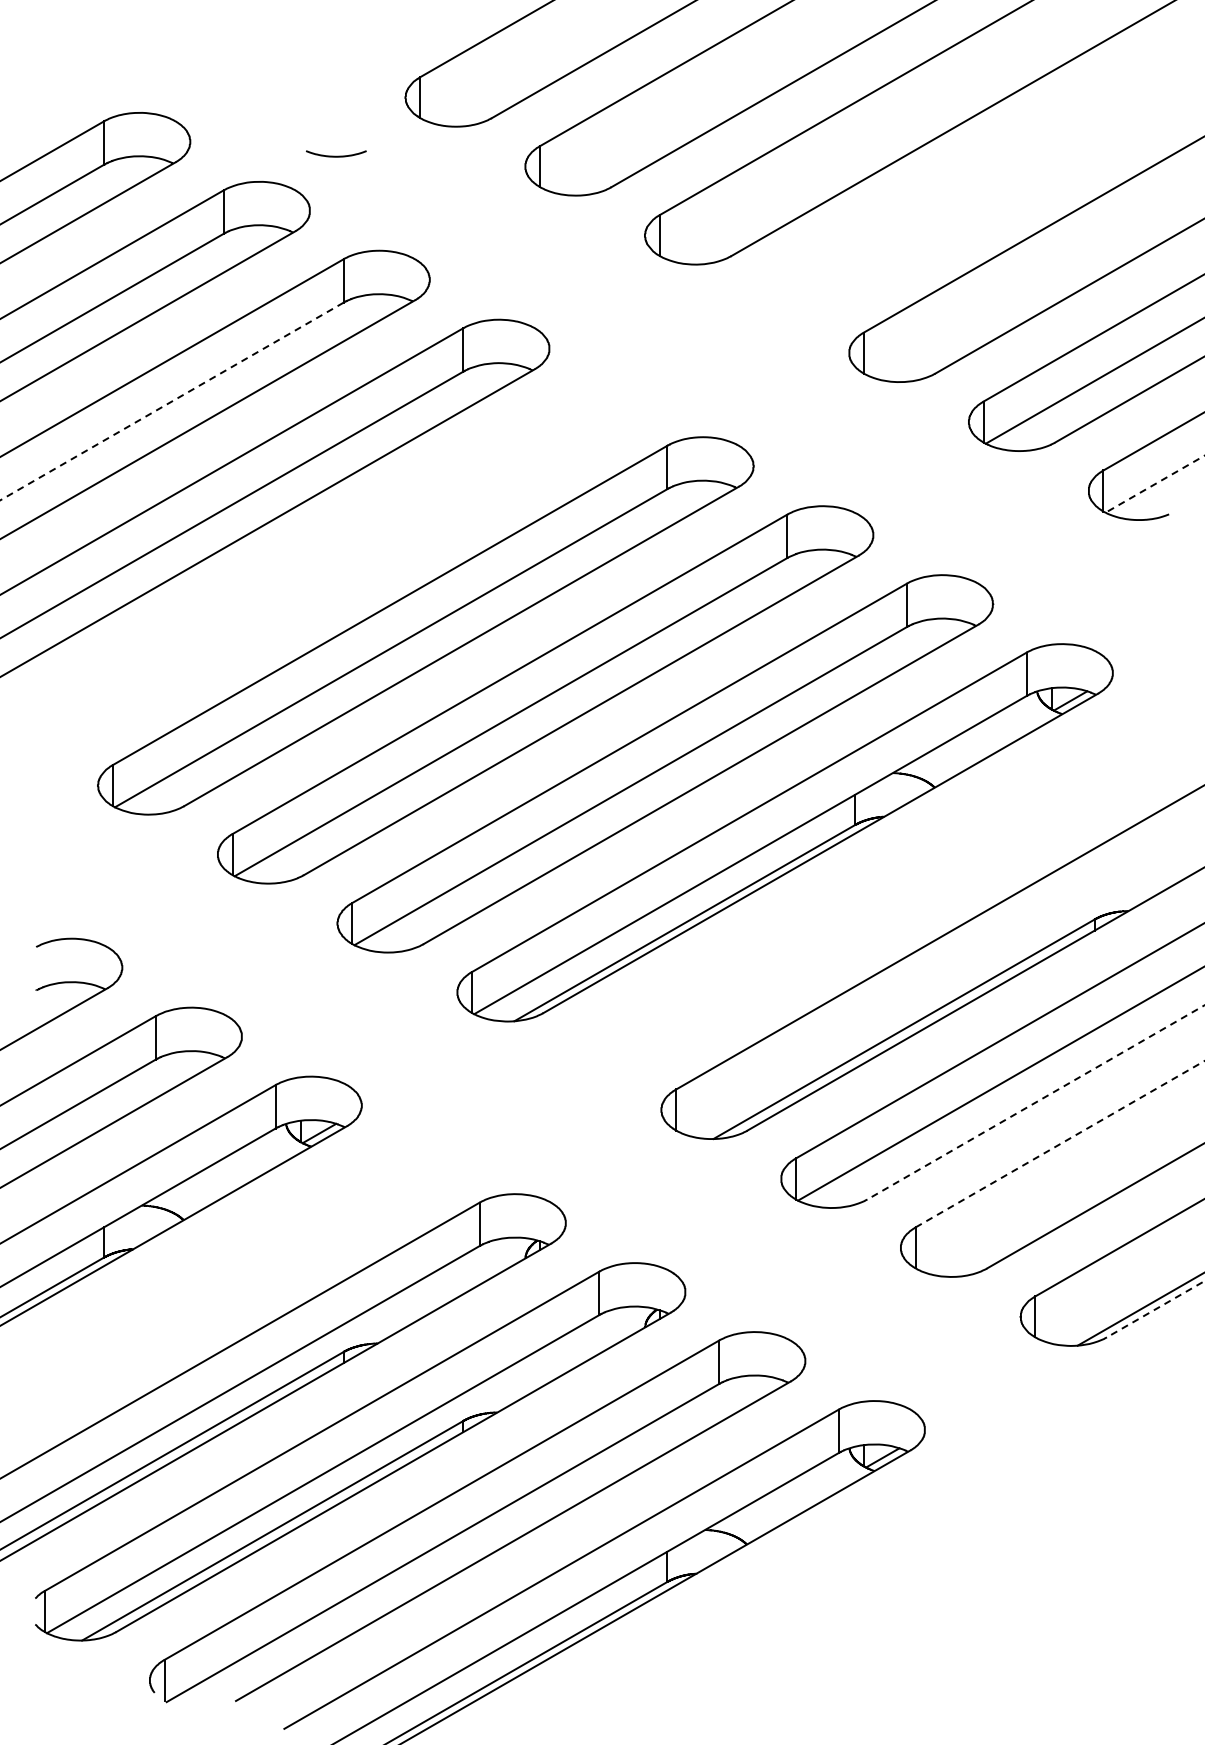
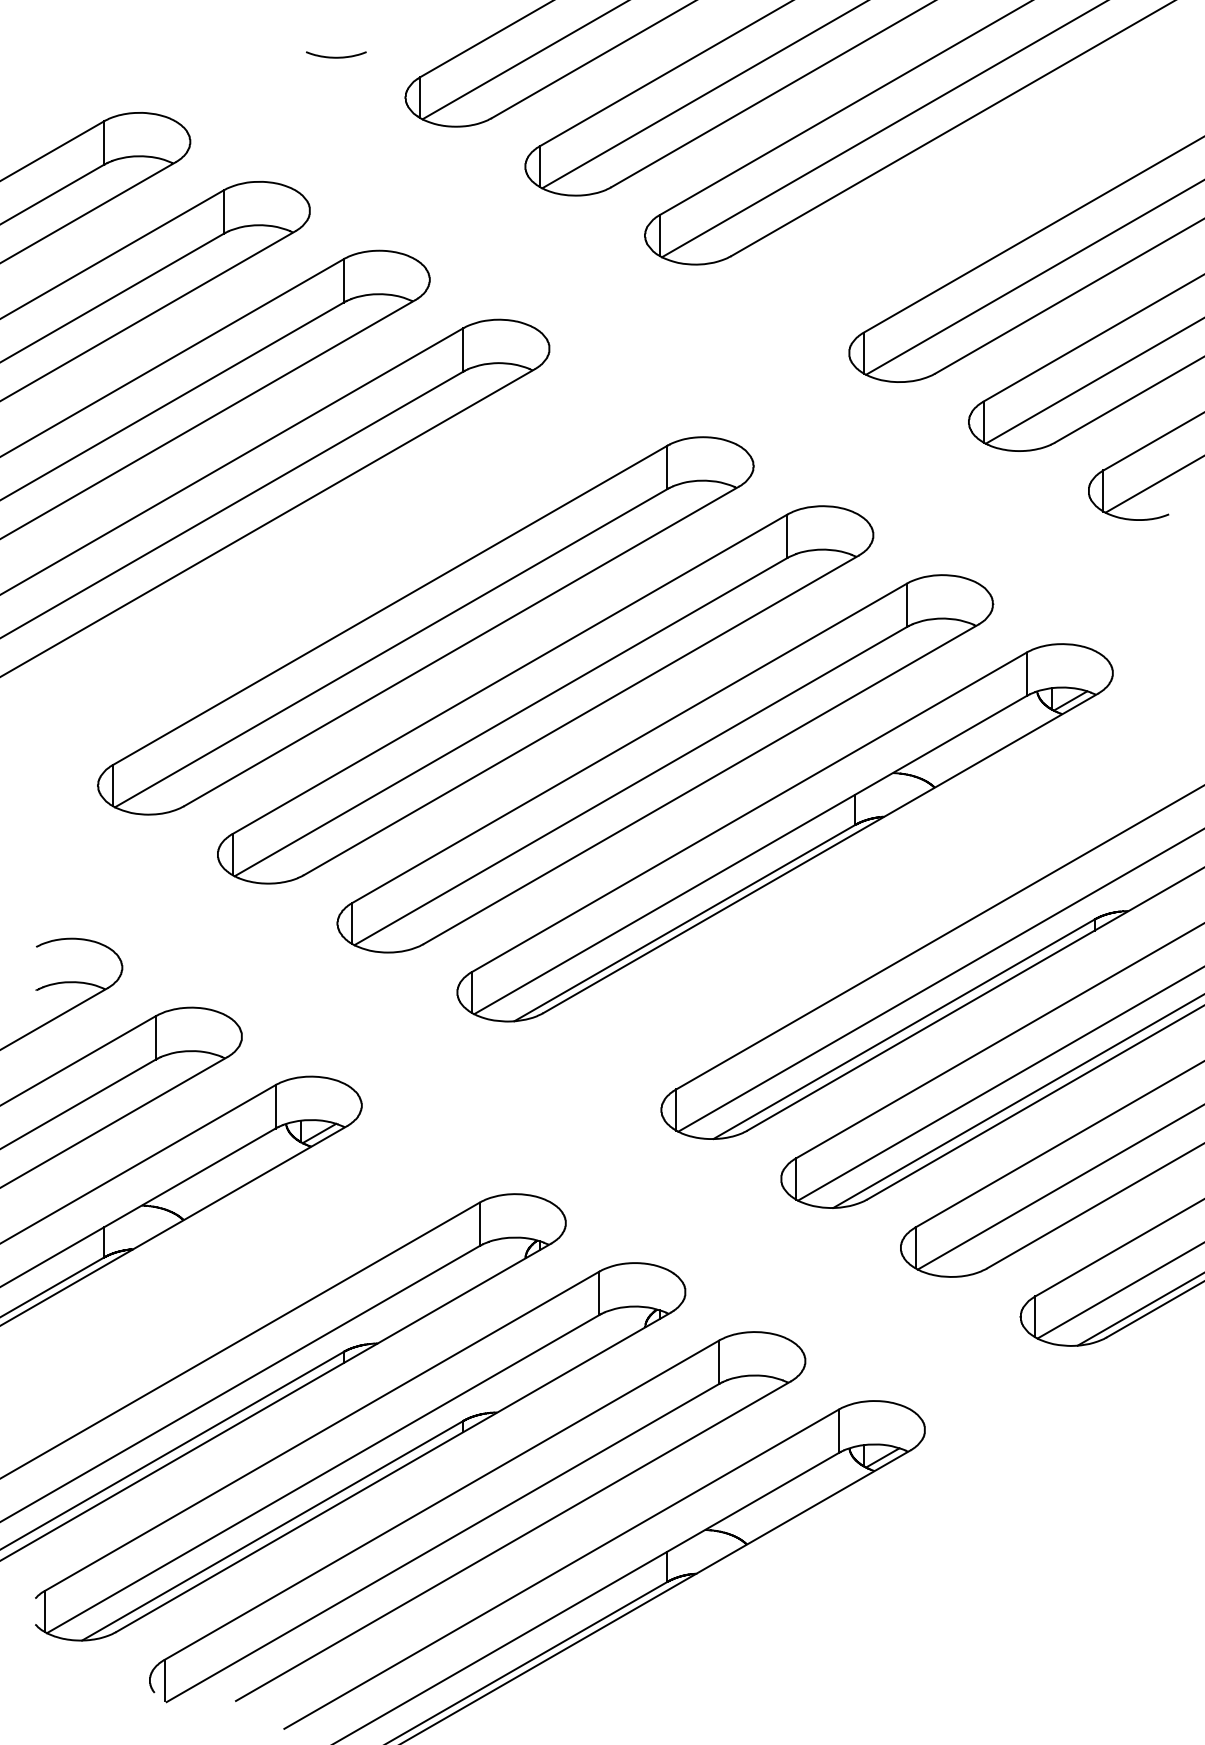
line at (523, 60): none -> present
line at (703, 95): none -> present
line at (883, 129): none -> present
curve at (336, 155) position: (336, 155) -> (336, 56)
line at (1033, 277): none -> present
line at (172, 401): dashed -> solid
line at (1154, 484): dashed -> solid
line at (939, 980): none -> present
line at (1017, 1101): none -> present
line at (1035, 1102): dashed -> solid
line at (1060, 1144): dashed -> solid
line at (1059, 1187): none -> present
line at (1119, 1291): none -> present
line at (1155, 1309): dashed -> solid
